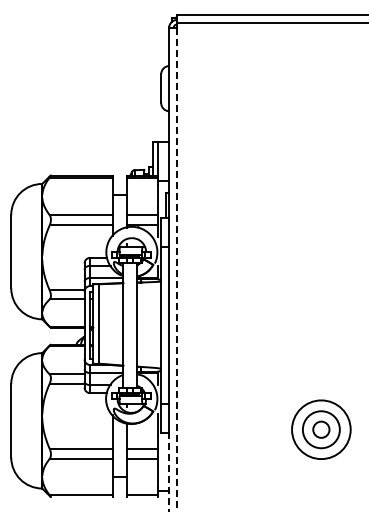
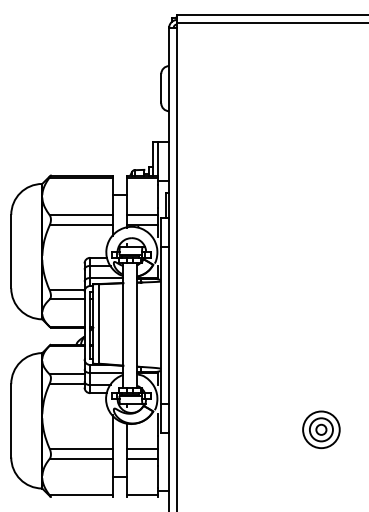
line at (177, 270): dashed -> solid
part at (321, 429) size: 61x61 px -> 39x40 px
line at (169, 472): dashed -> solid
